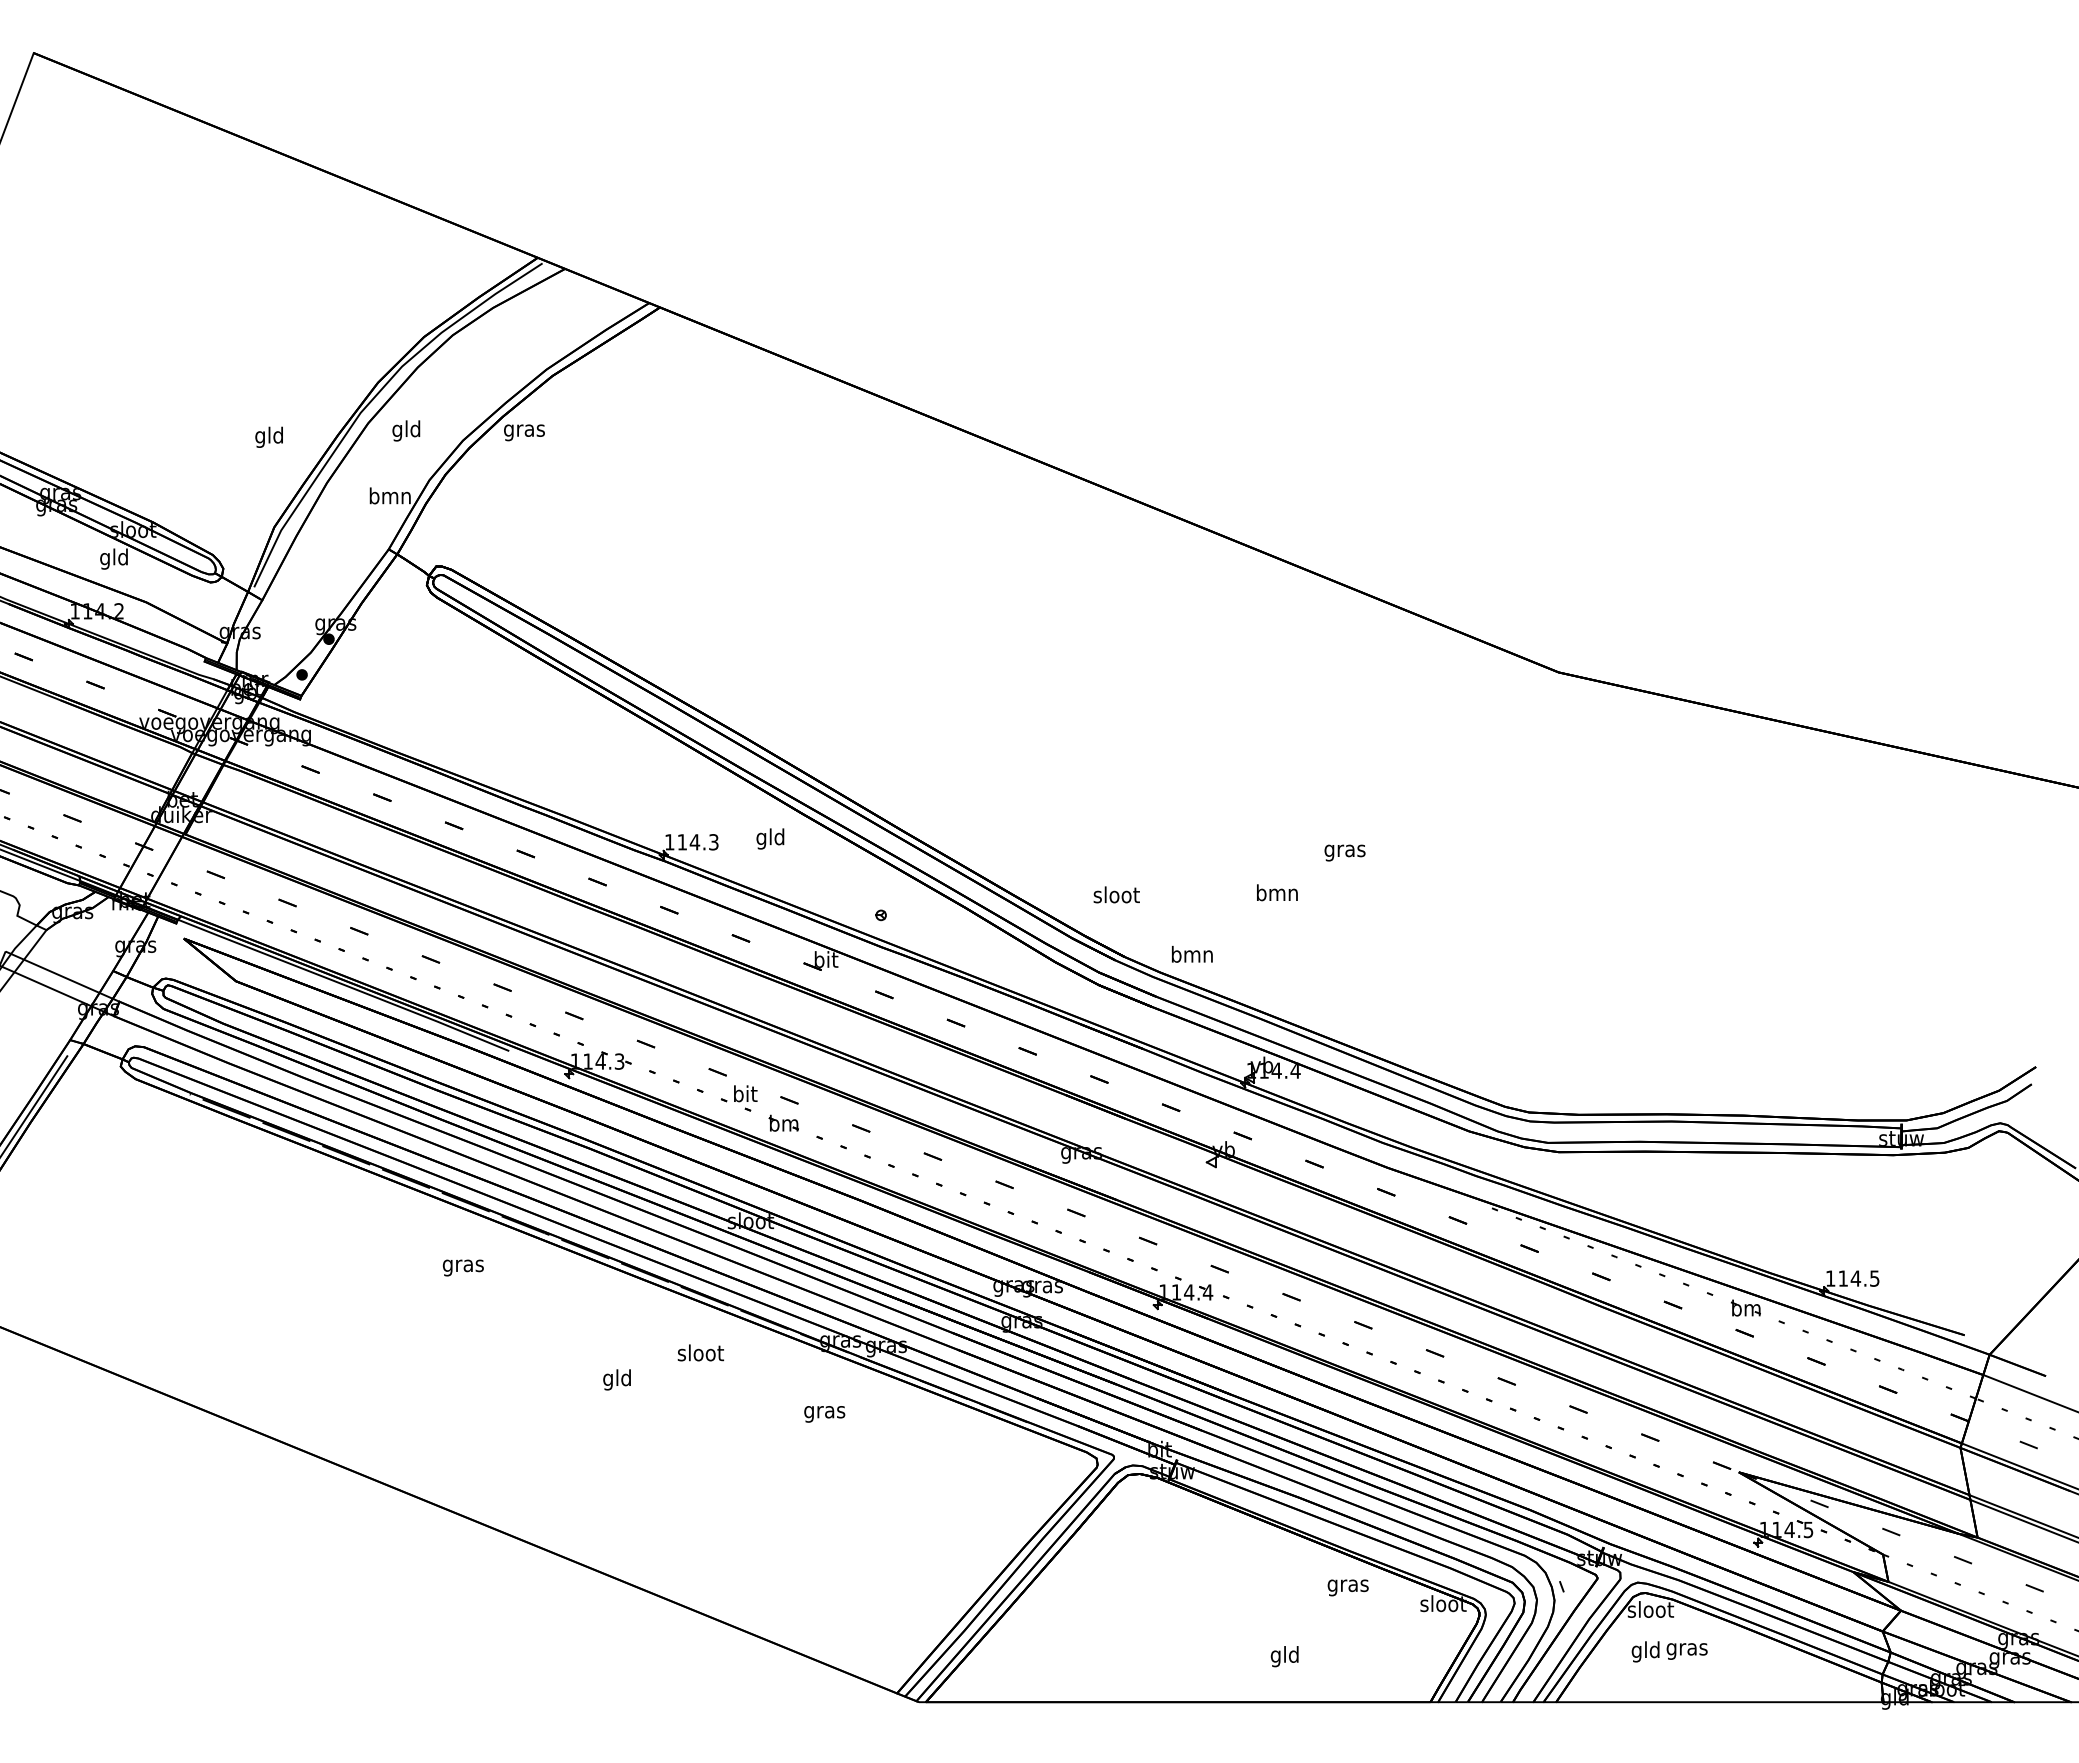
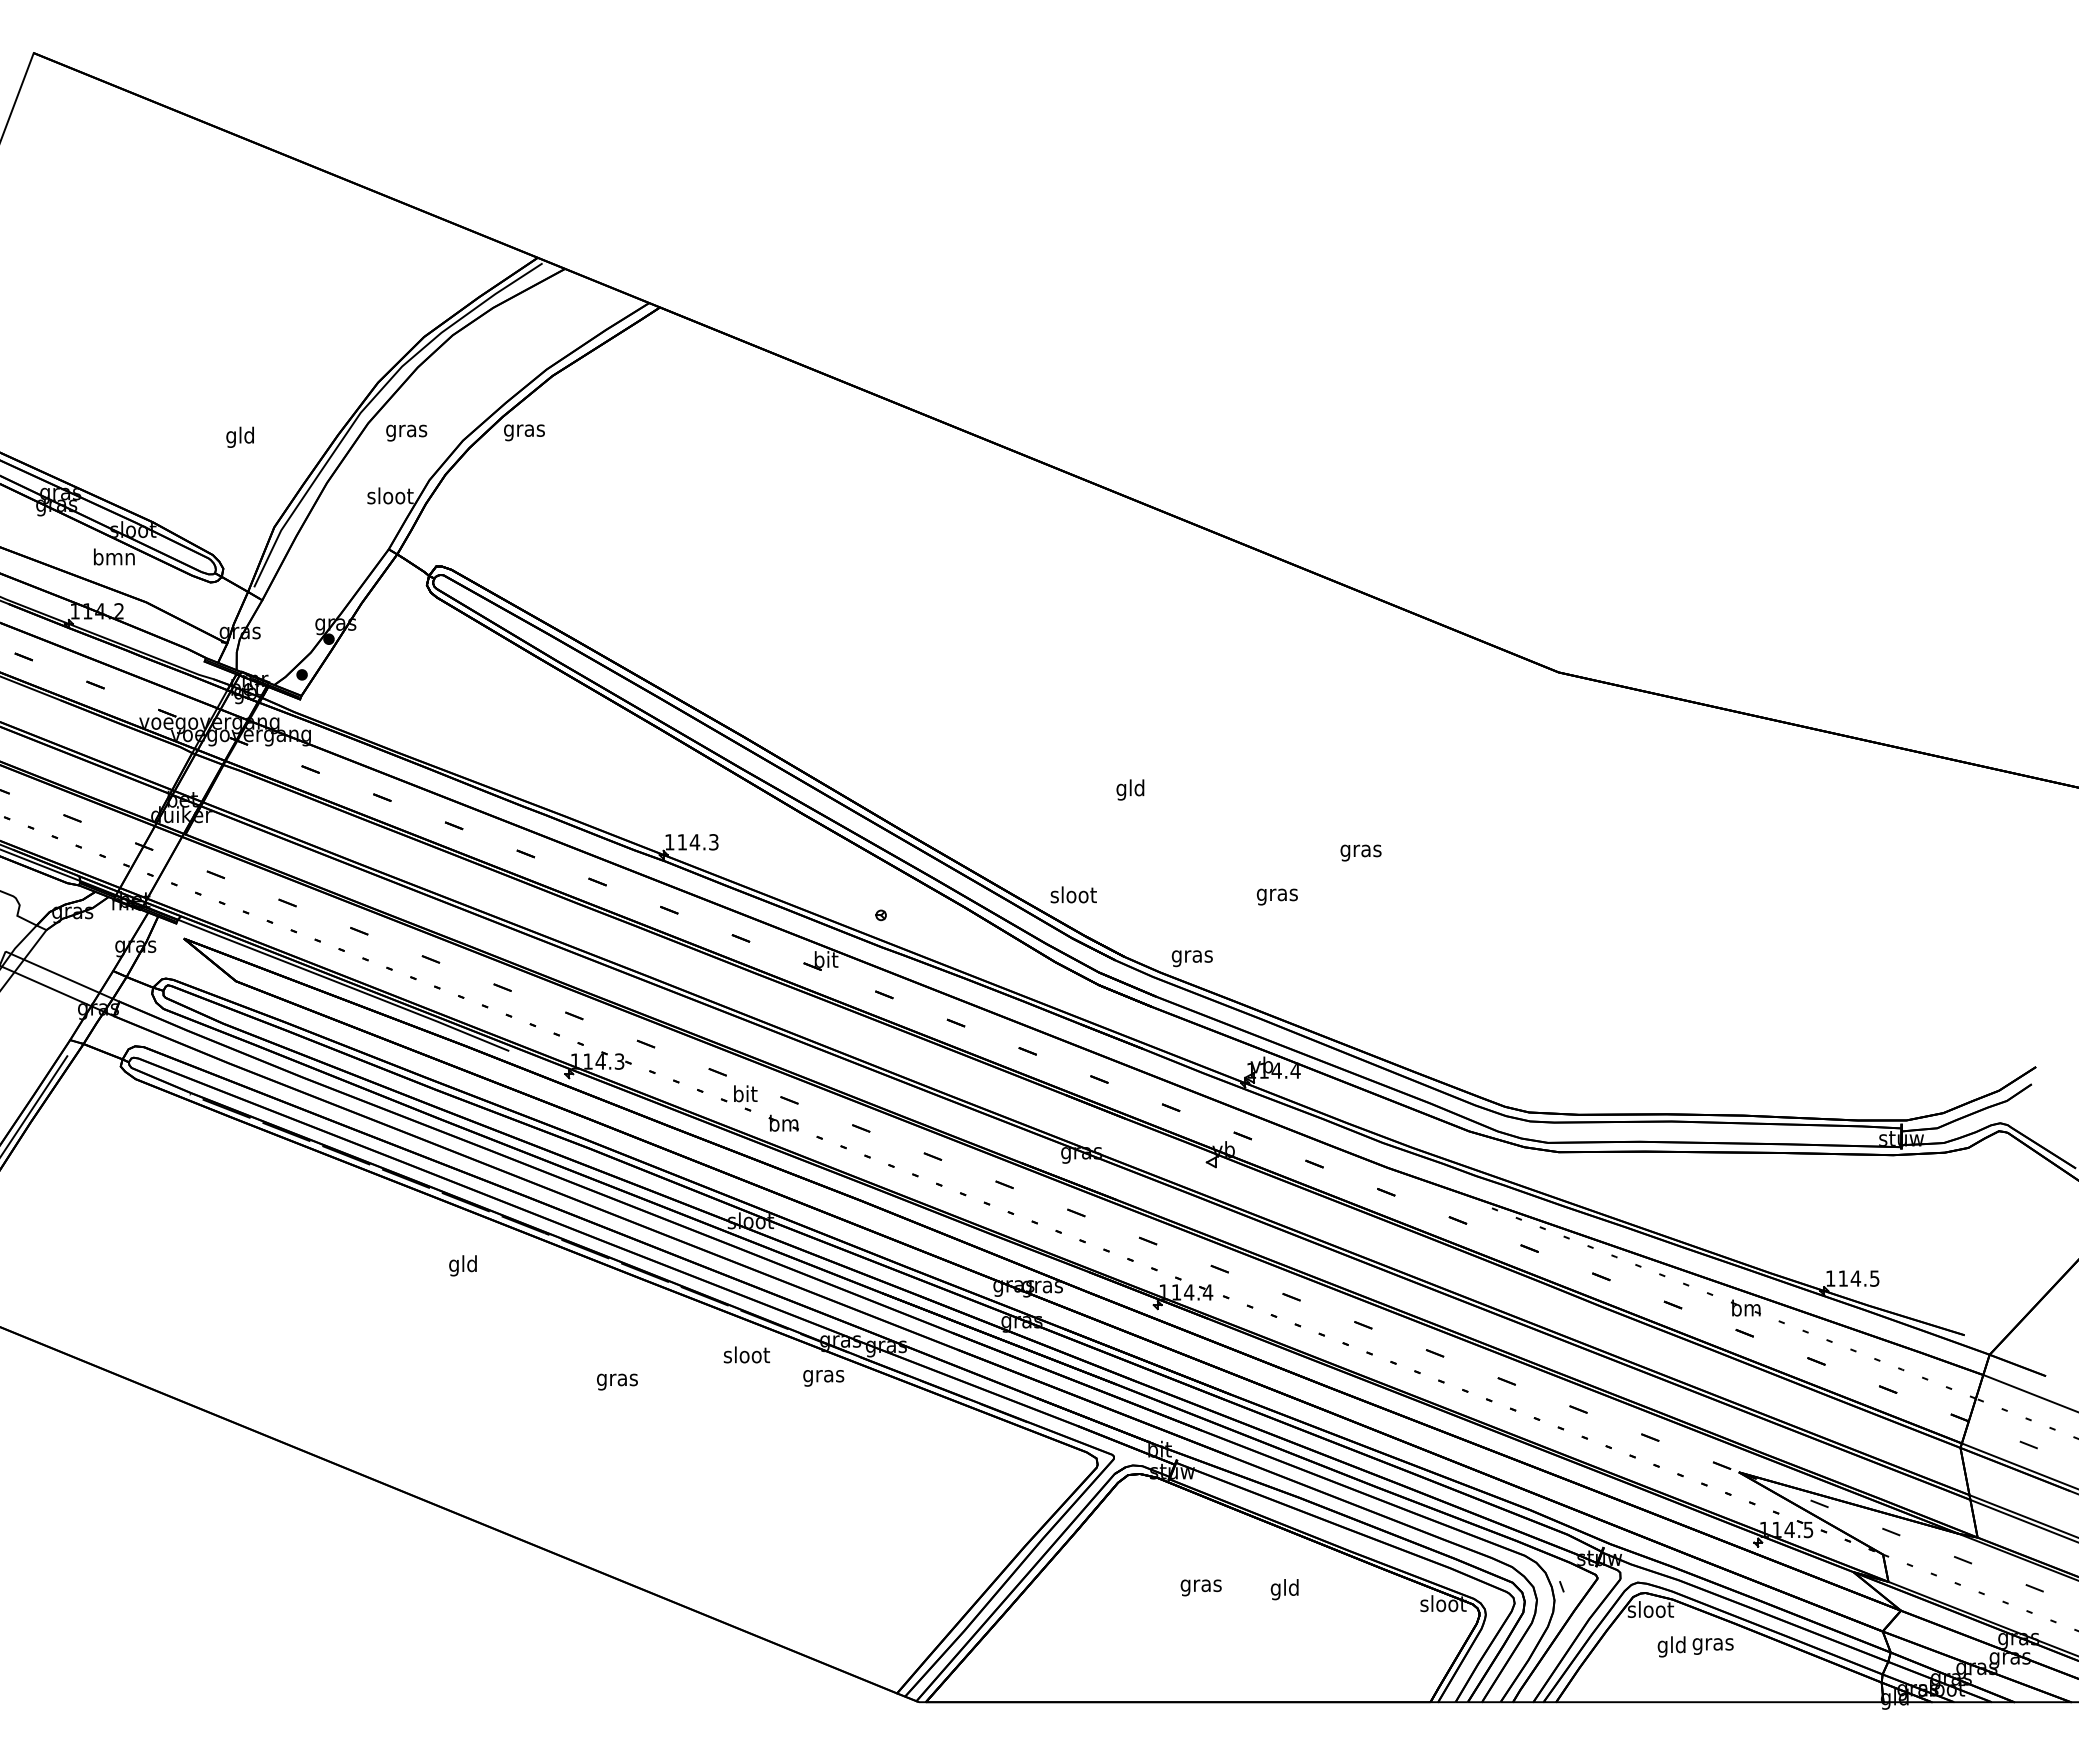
text at (406, 430): gld -> gras
text at (268, 436) position: (268, 436) -> (239, 436)
text at (390, 495): bmn -> sloot
text at (114, 558): gld -> bmn
text at (770, 838) position: (770, 838) -> (1130, 789)
text at (1344, 852) position: (1344, 852) -> (1360, 852)
text at (1116, 894) position: (1116, 894) -> (1073, 894)
text at (1277, 894): bmn -> gras
text at (1191, 956): bmn -> gras
text at (462, 1265): gras -> gld
text at (700, 1352) position: (700, 1352) -> (746, 1354)
text at (617, 1379): gld -> gras
text at (824, 1414) position: (824, 1414) -> (823, 1378)
text at (1347, 1587) position: (1347, 1587) -> (1200, 1587)
text at (1669, 1651) position: (1669, 1651) -> (1695, 1646)
text at (1284, 1656) position: (1284, 1656) -> (1284, 1589)
